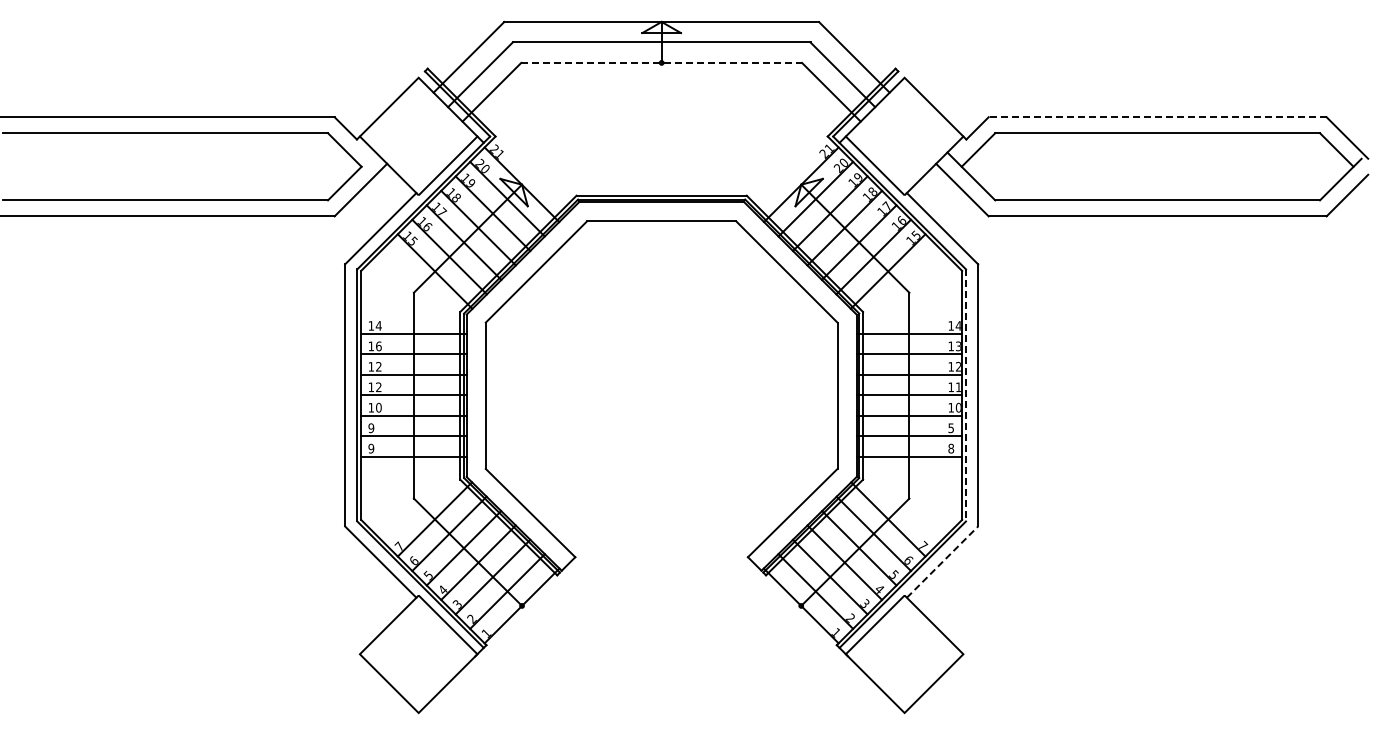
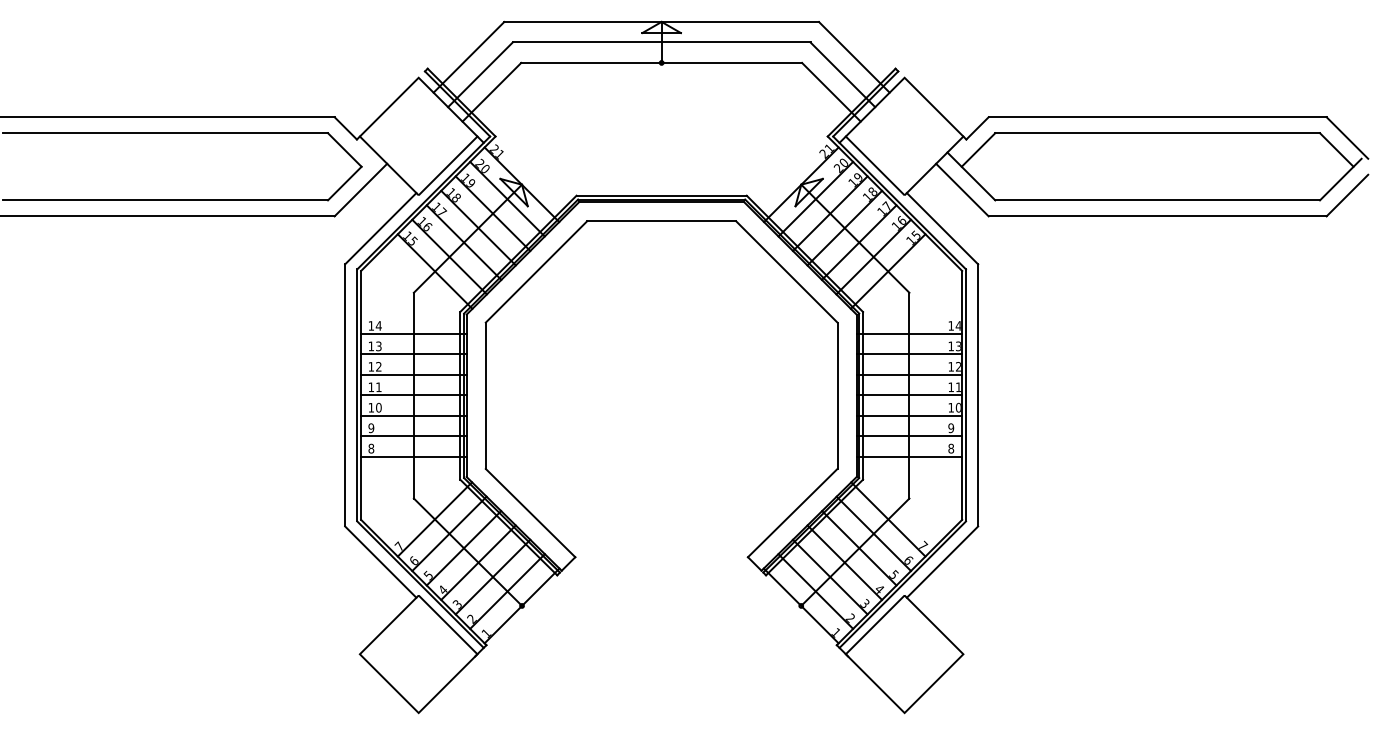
line at (662, 62): dashed -> solid
line at (1157, 117): dashed -> solid
text at (378, 346): 16 -> 13
text at (378, 386): 12 -> 11
line at (966, 395): dashed -> solid
text at (951, 427): 5 -> 9
text at (371, 448): 9 -> 8
line at (942, 561): dashed -> solid
